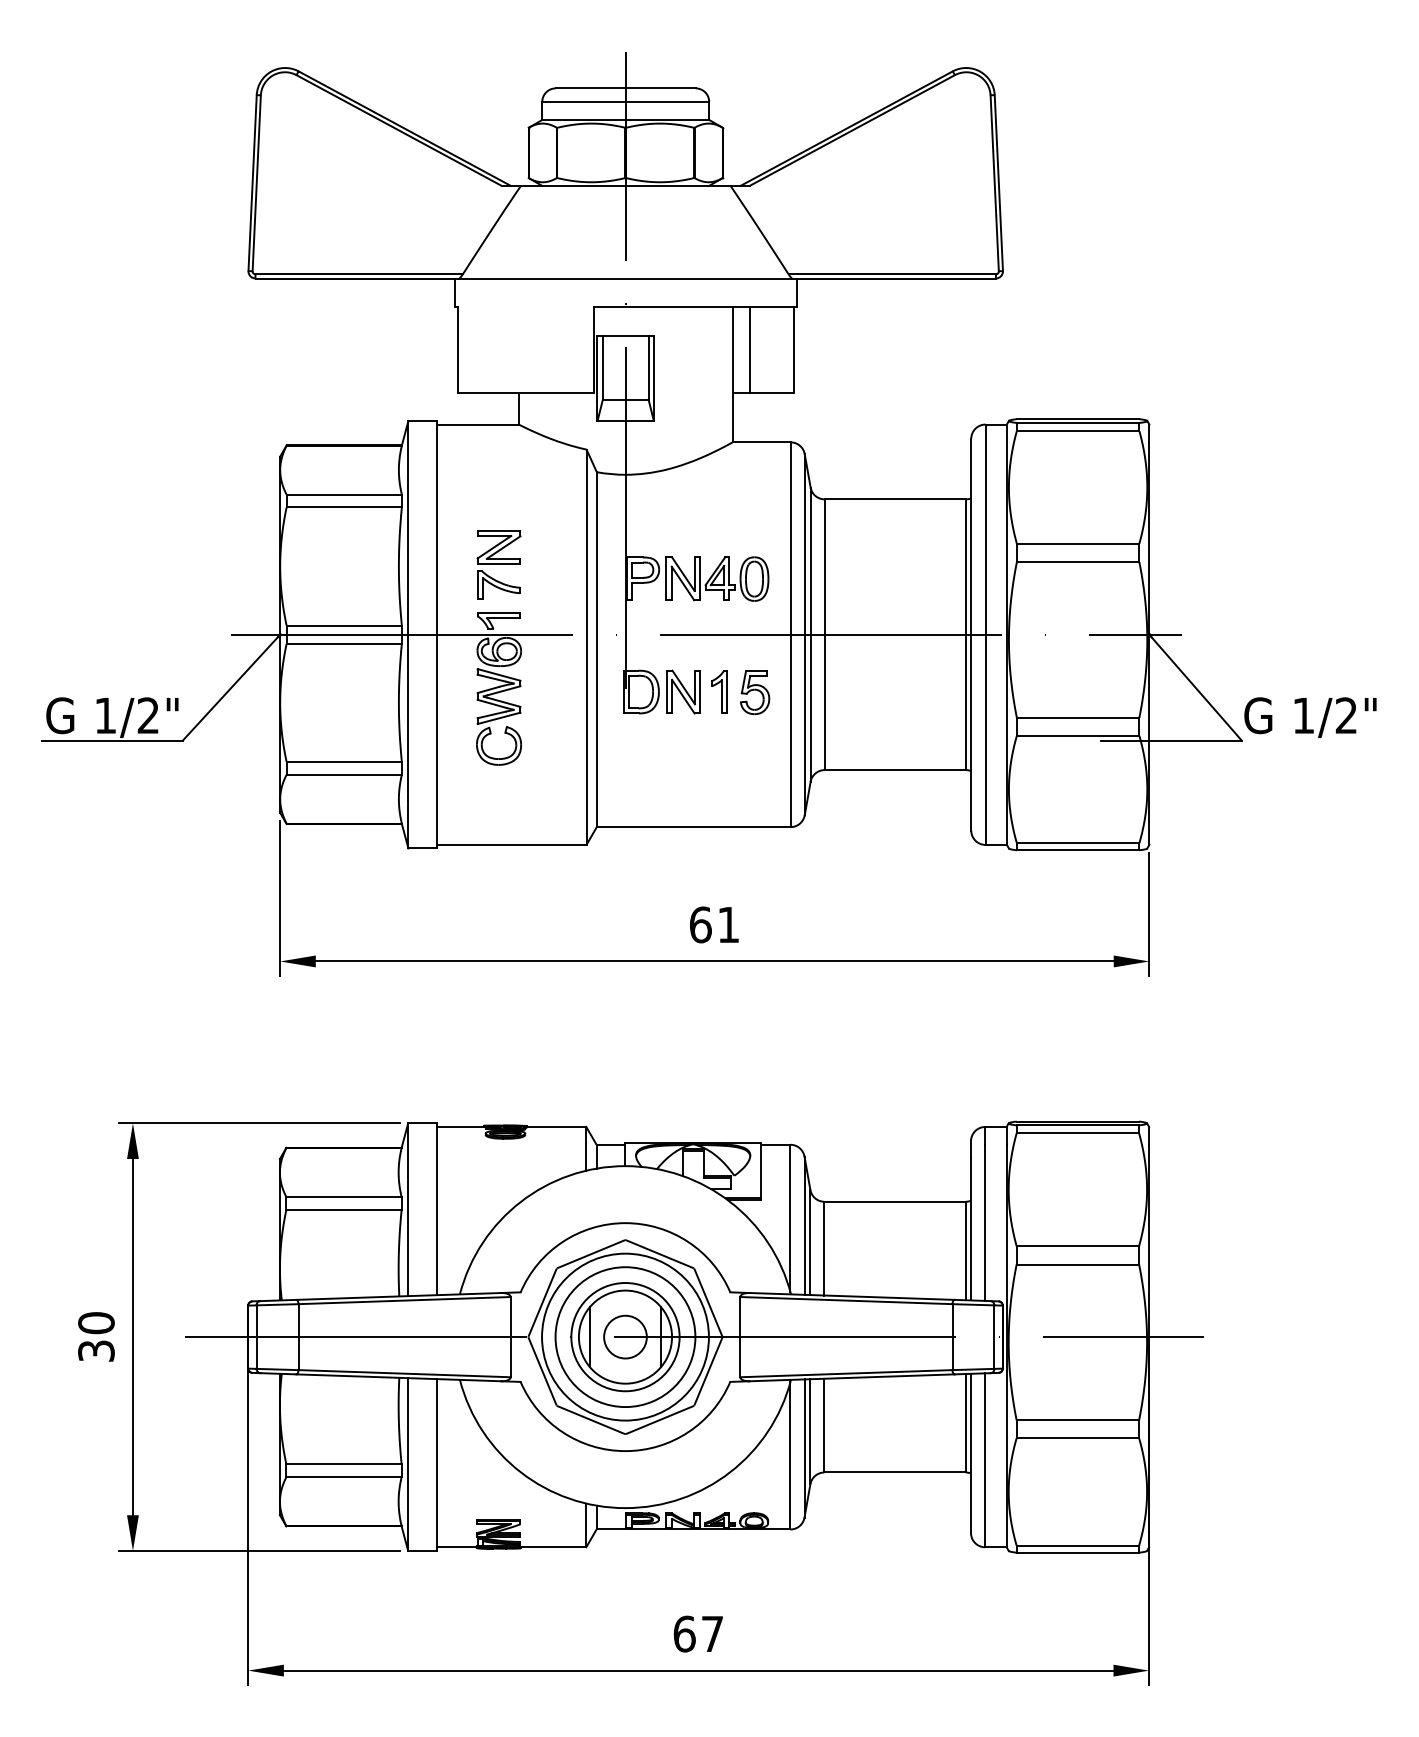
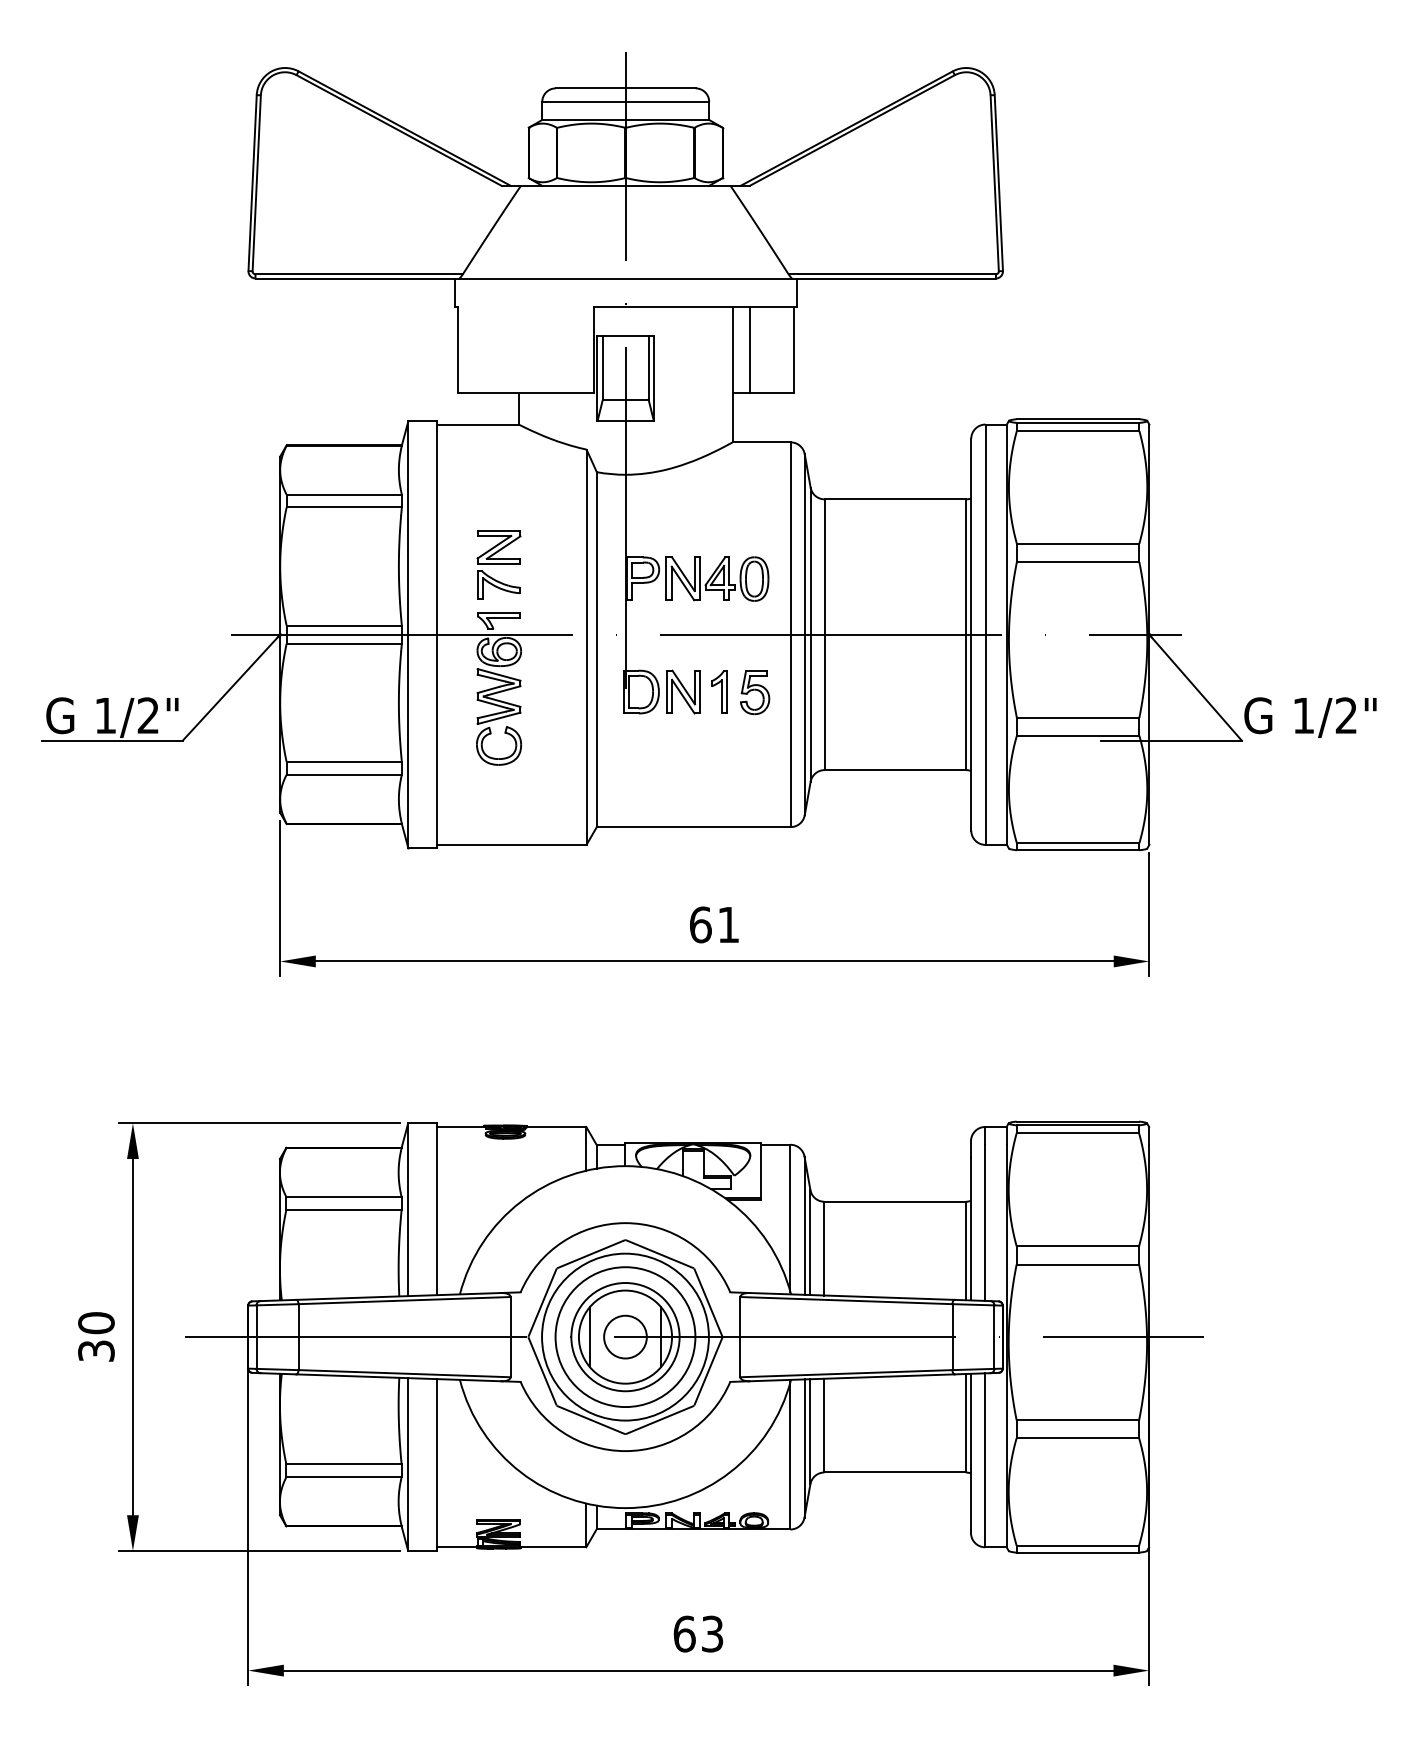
text at (712, 1633): 67 -> 63
